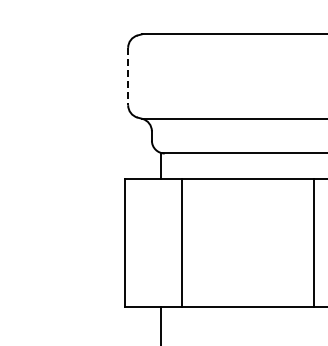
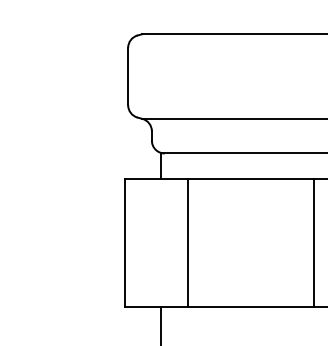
line at (128, 76): dashed -> solid
line at (181, 243) position: (181, 243) -> (187, 243)
